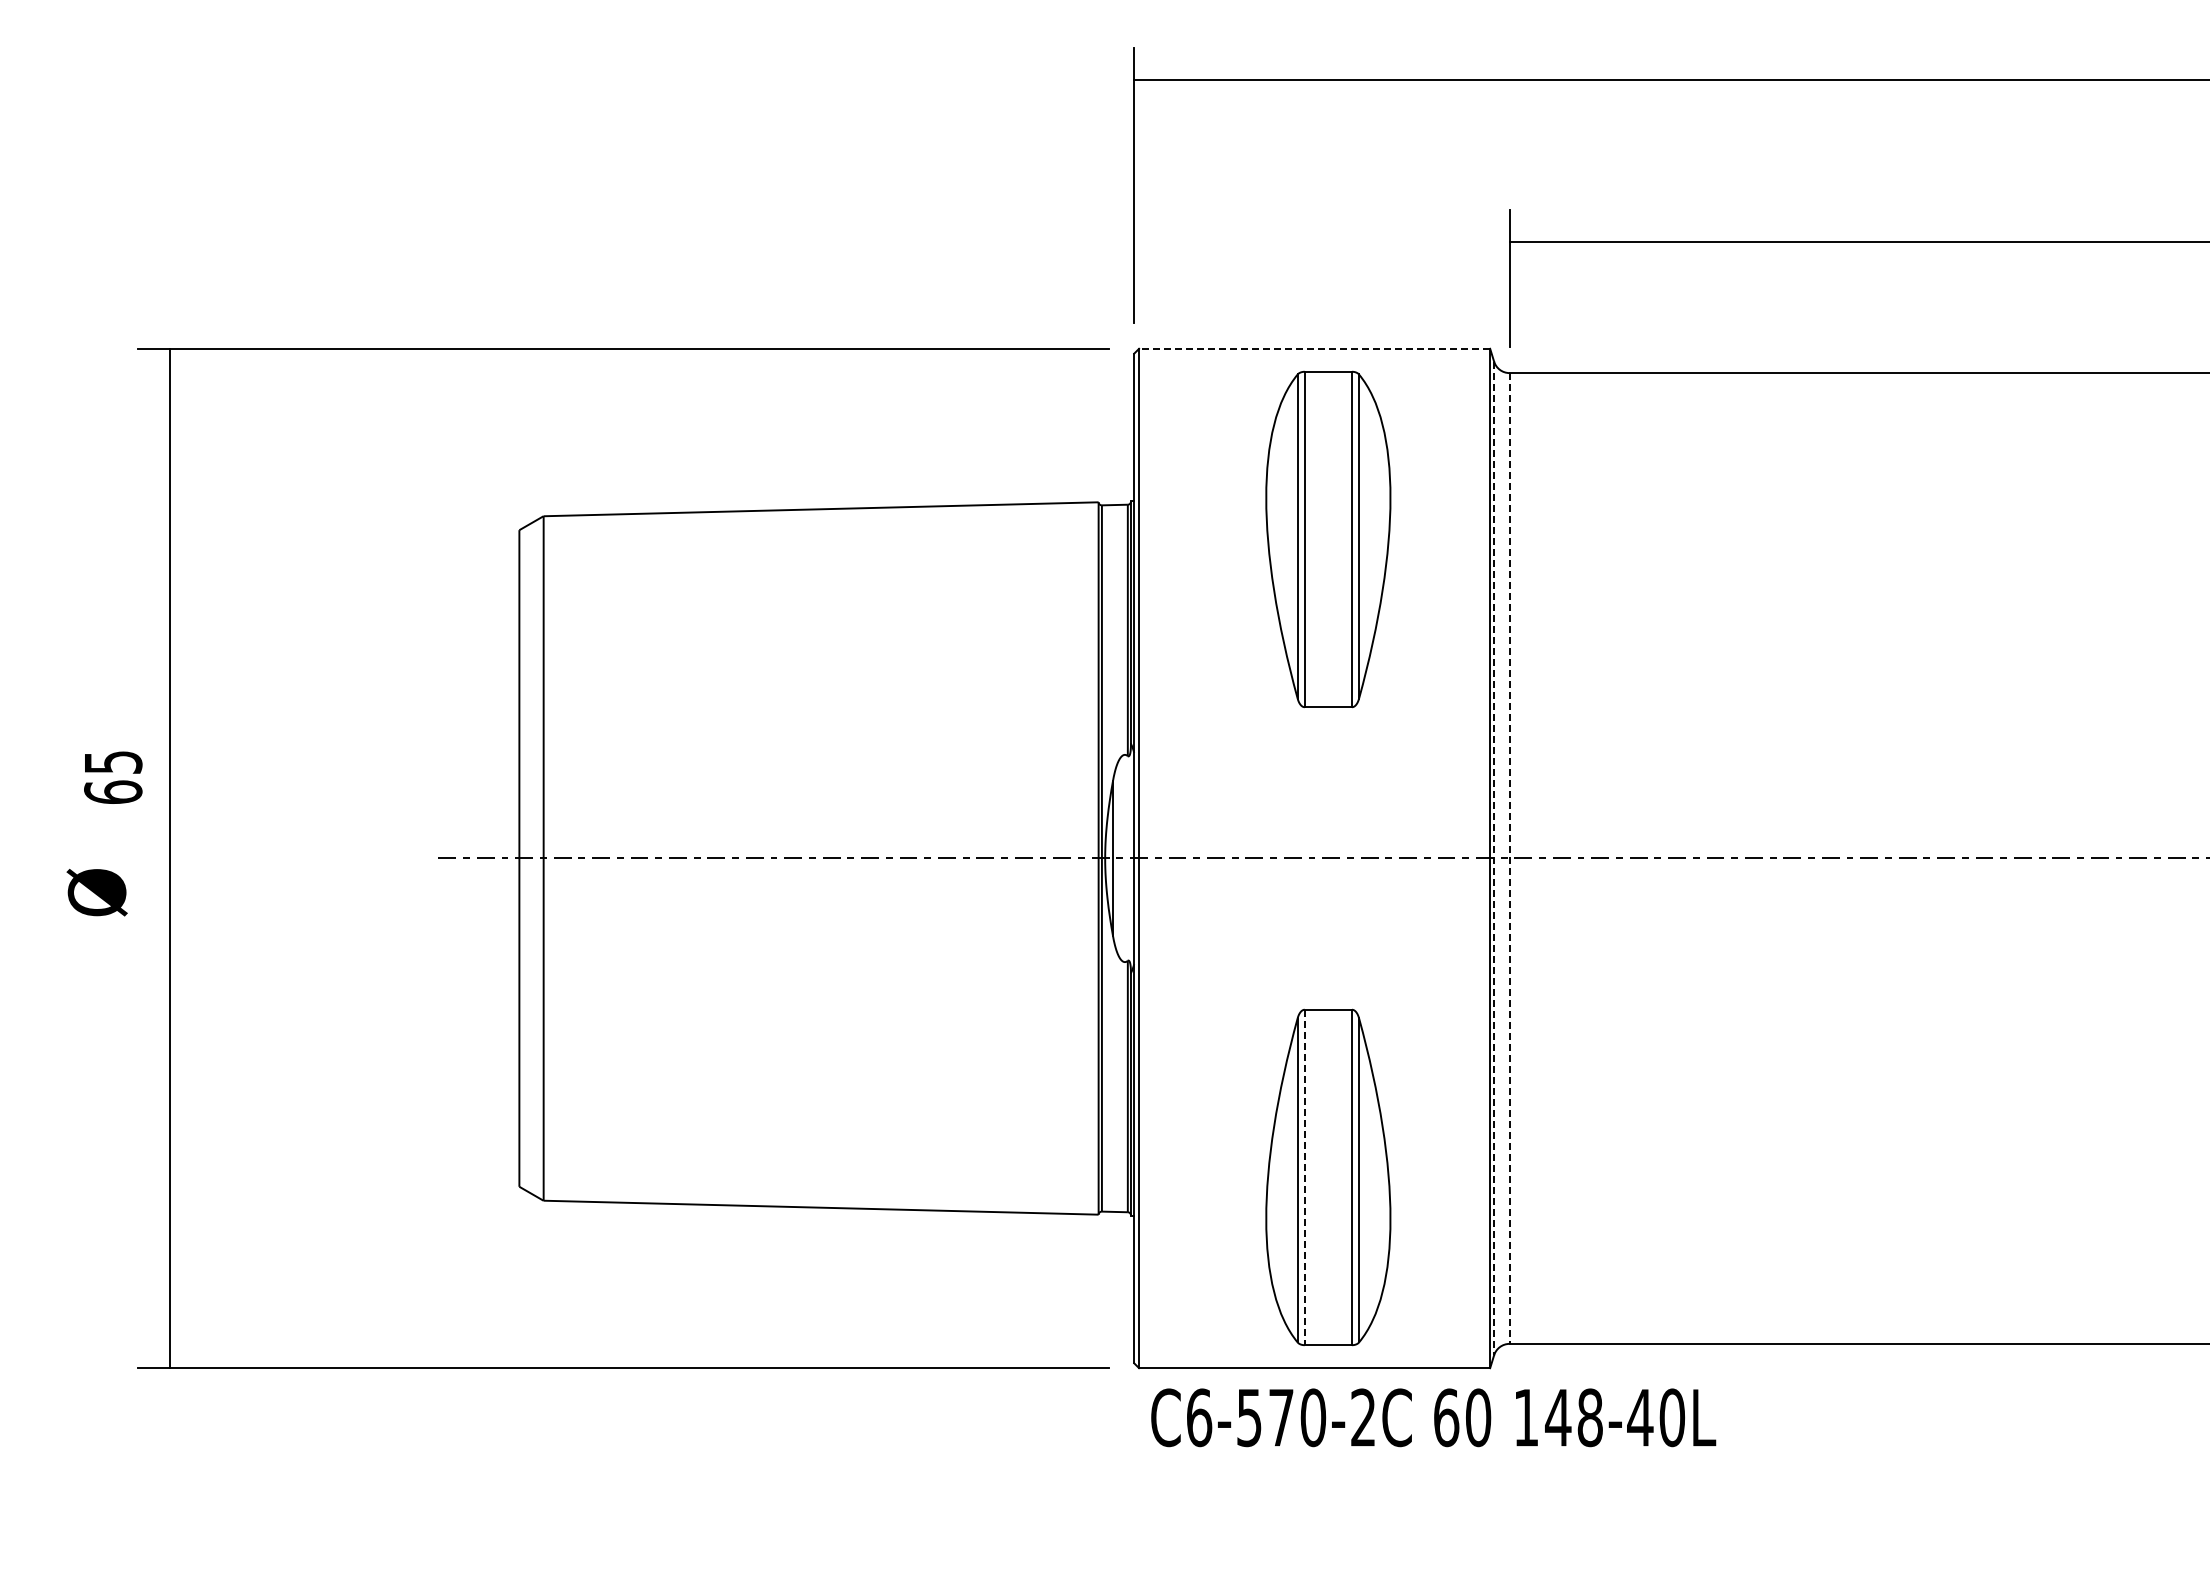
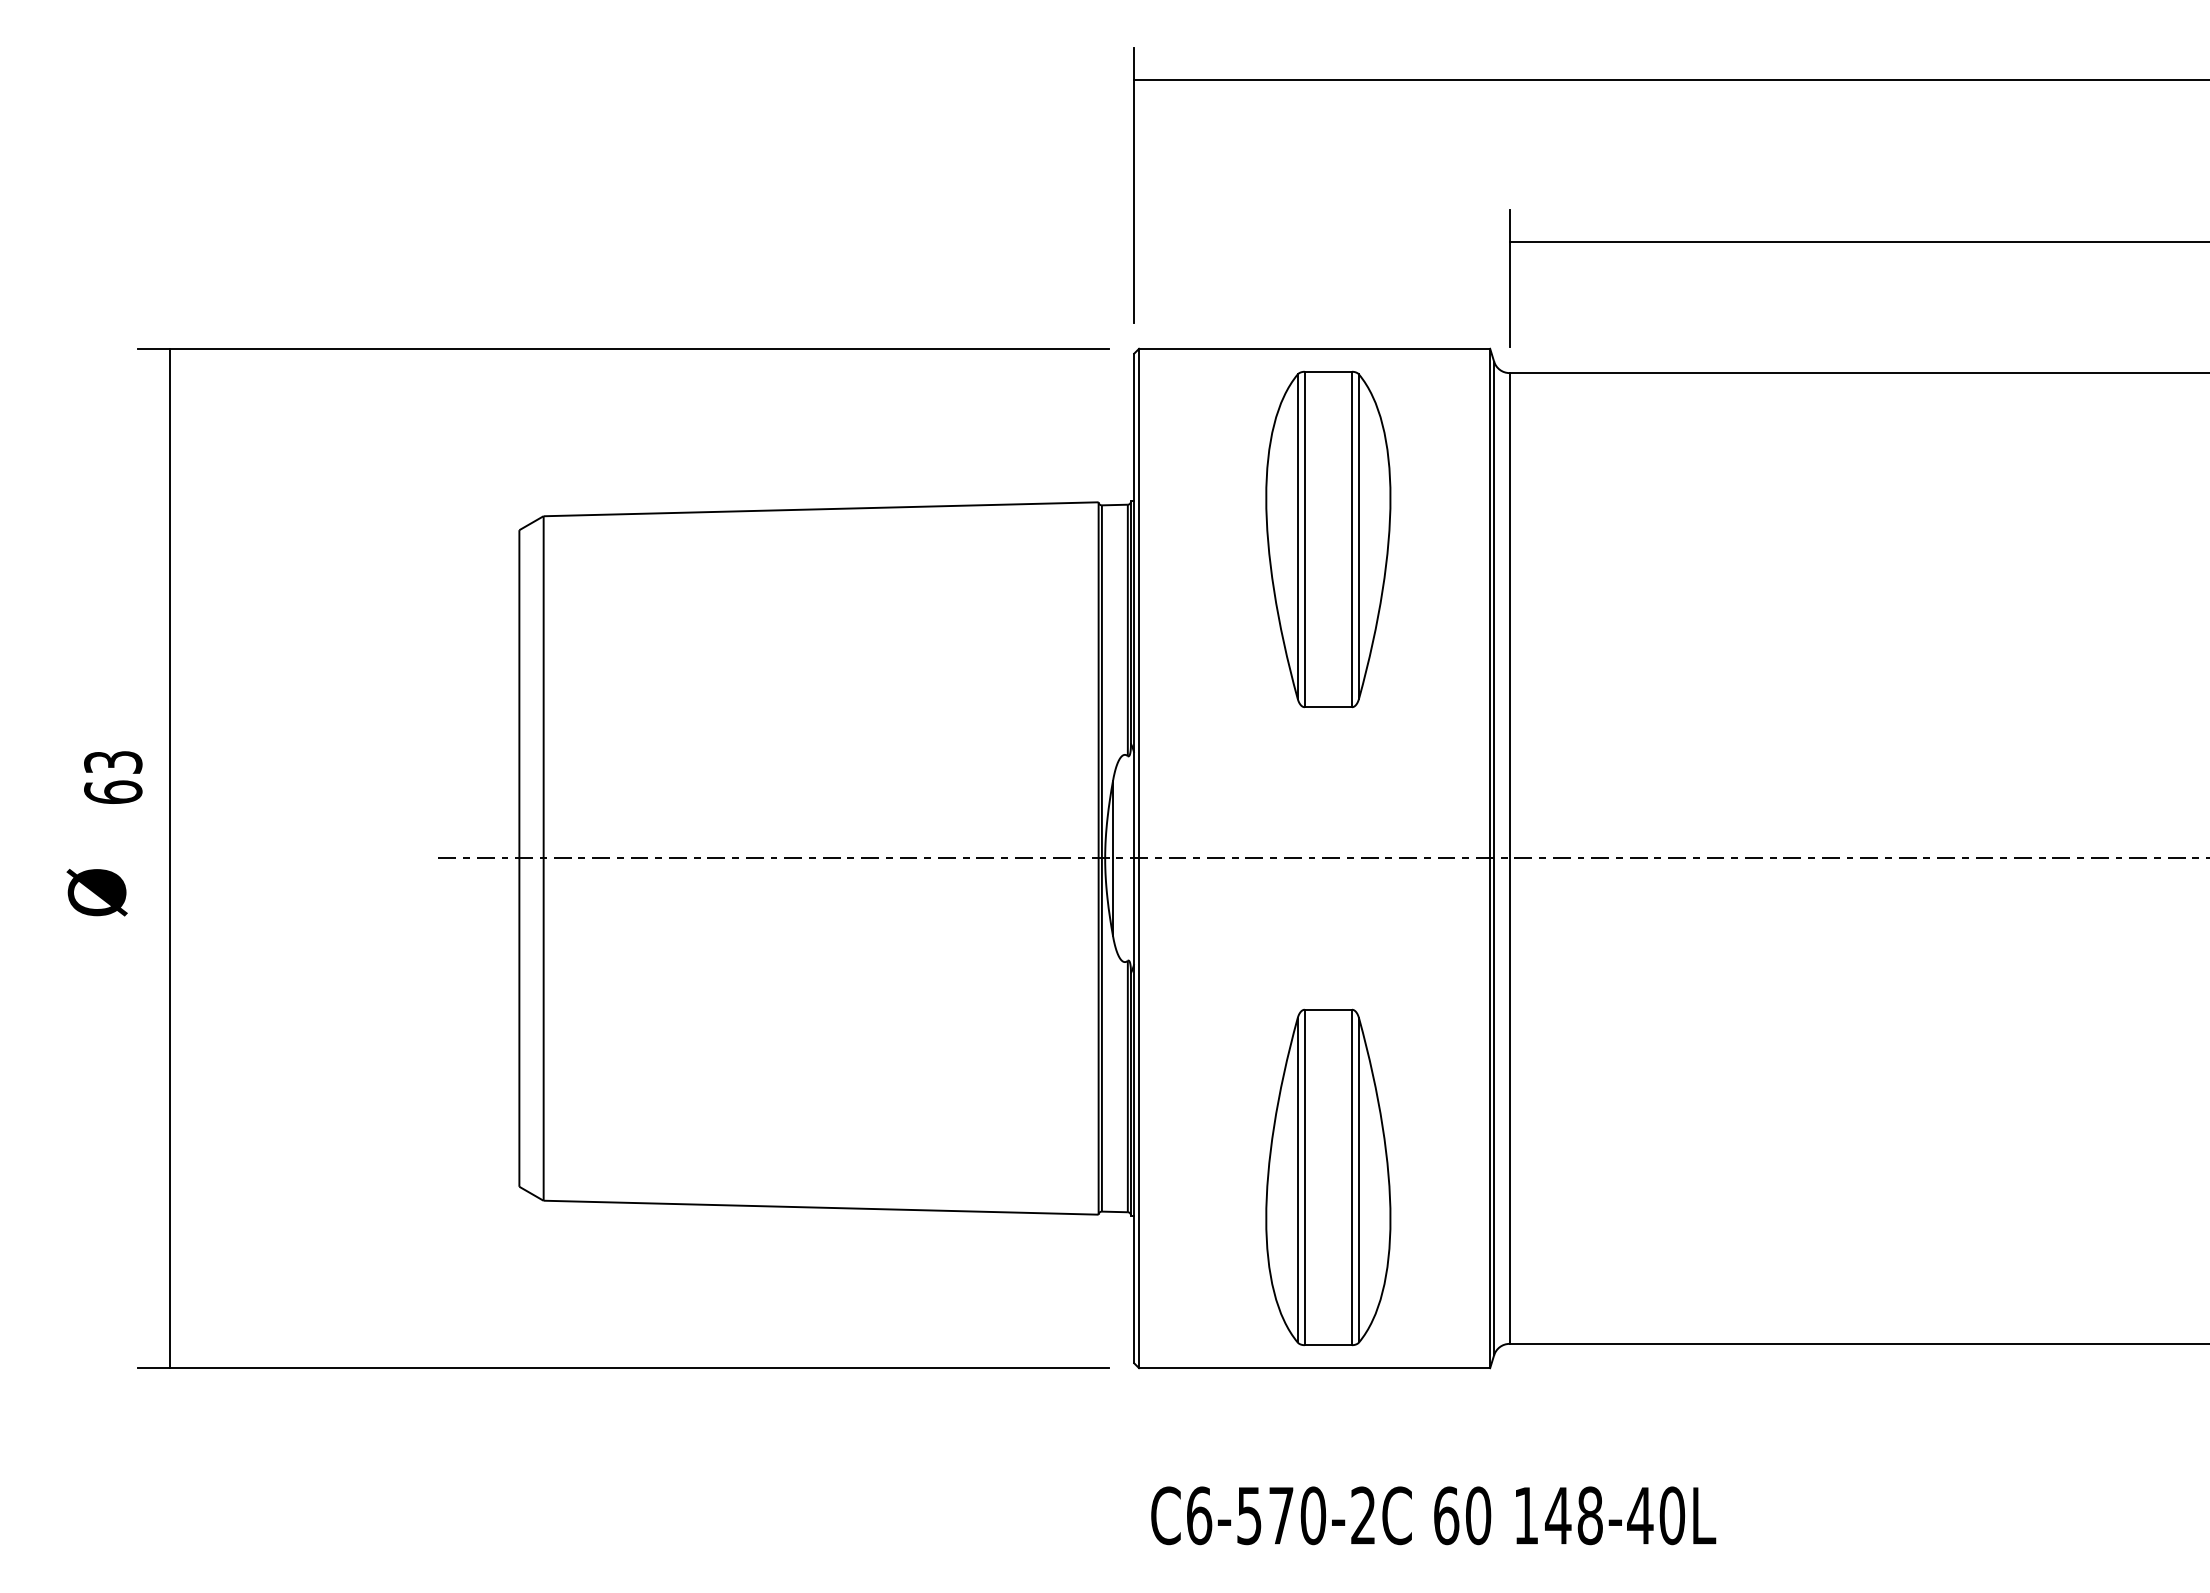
line at (1314, 348): dashed -> solid
text at (112, 762): 65 -> 63
line at (1494, 858): dashed -> solid
line at (1509, 858): dashed -> solid
line at (1304, 1177): dashed -> solid
text at (1433, 1417) position: (1433, 1417) -> (1433, 1515)
